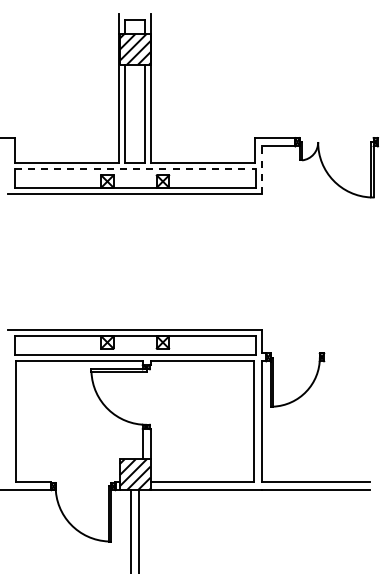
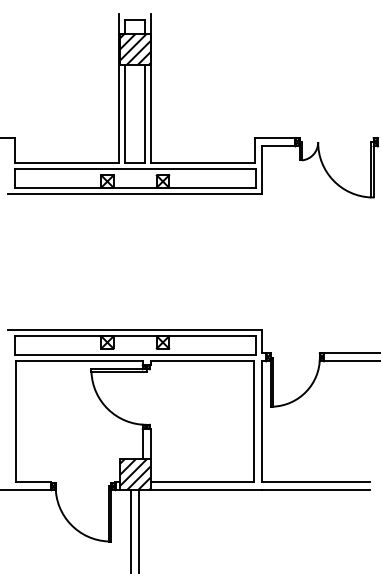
line at (135, 168): dashed -> solid
line at (262, 169): dashed -> solid
line at (350, 353): none -> present
line at (350, 361): none -> present
